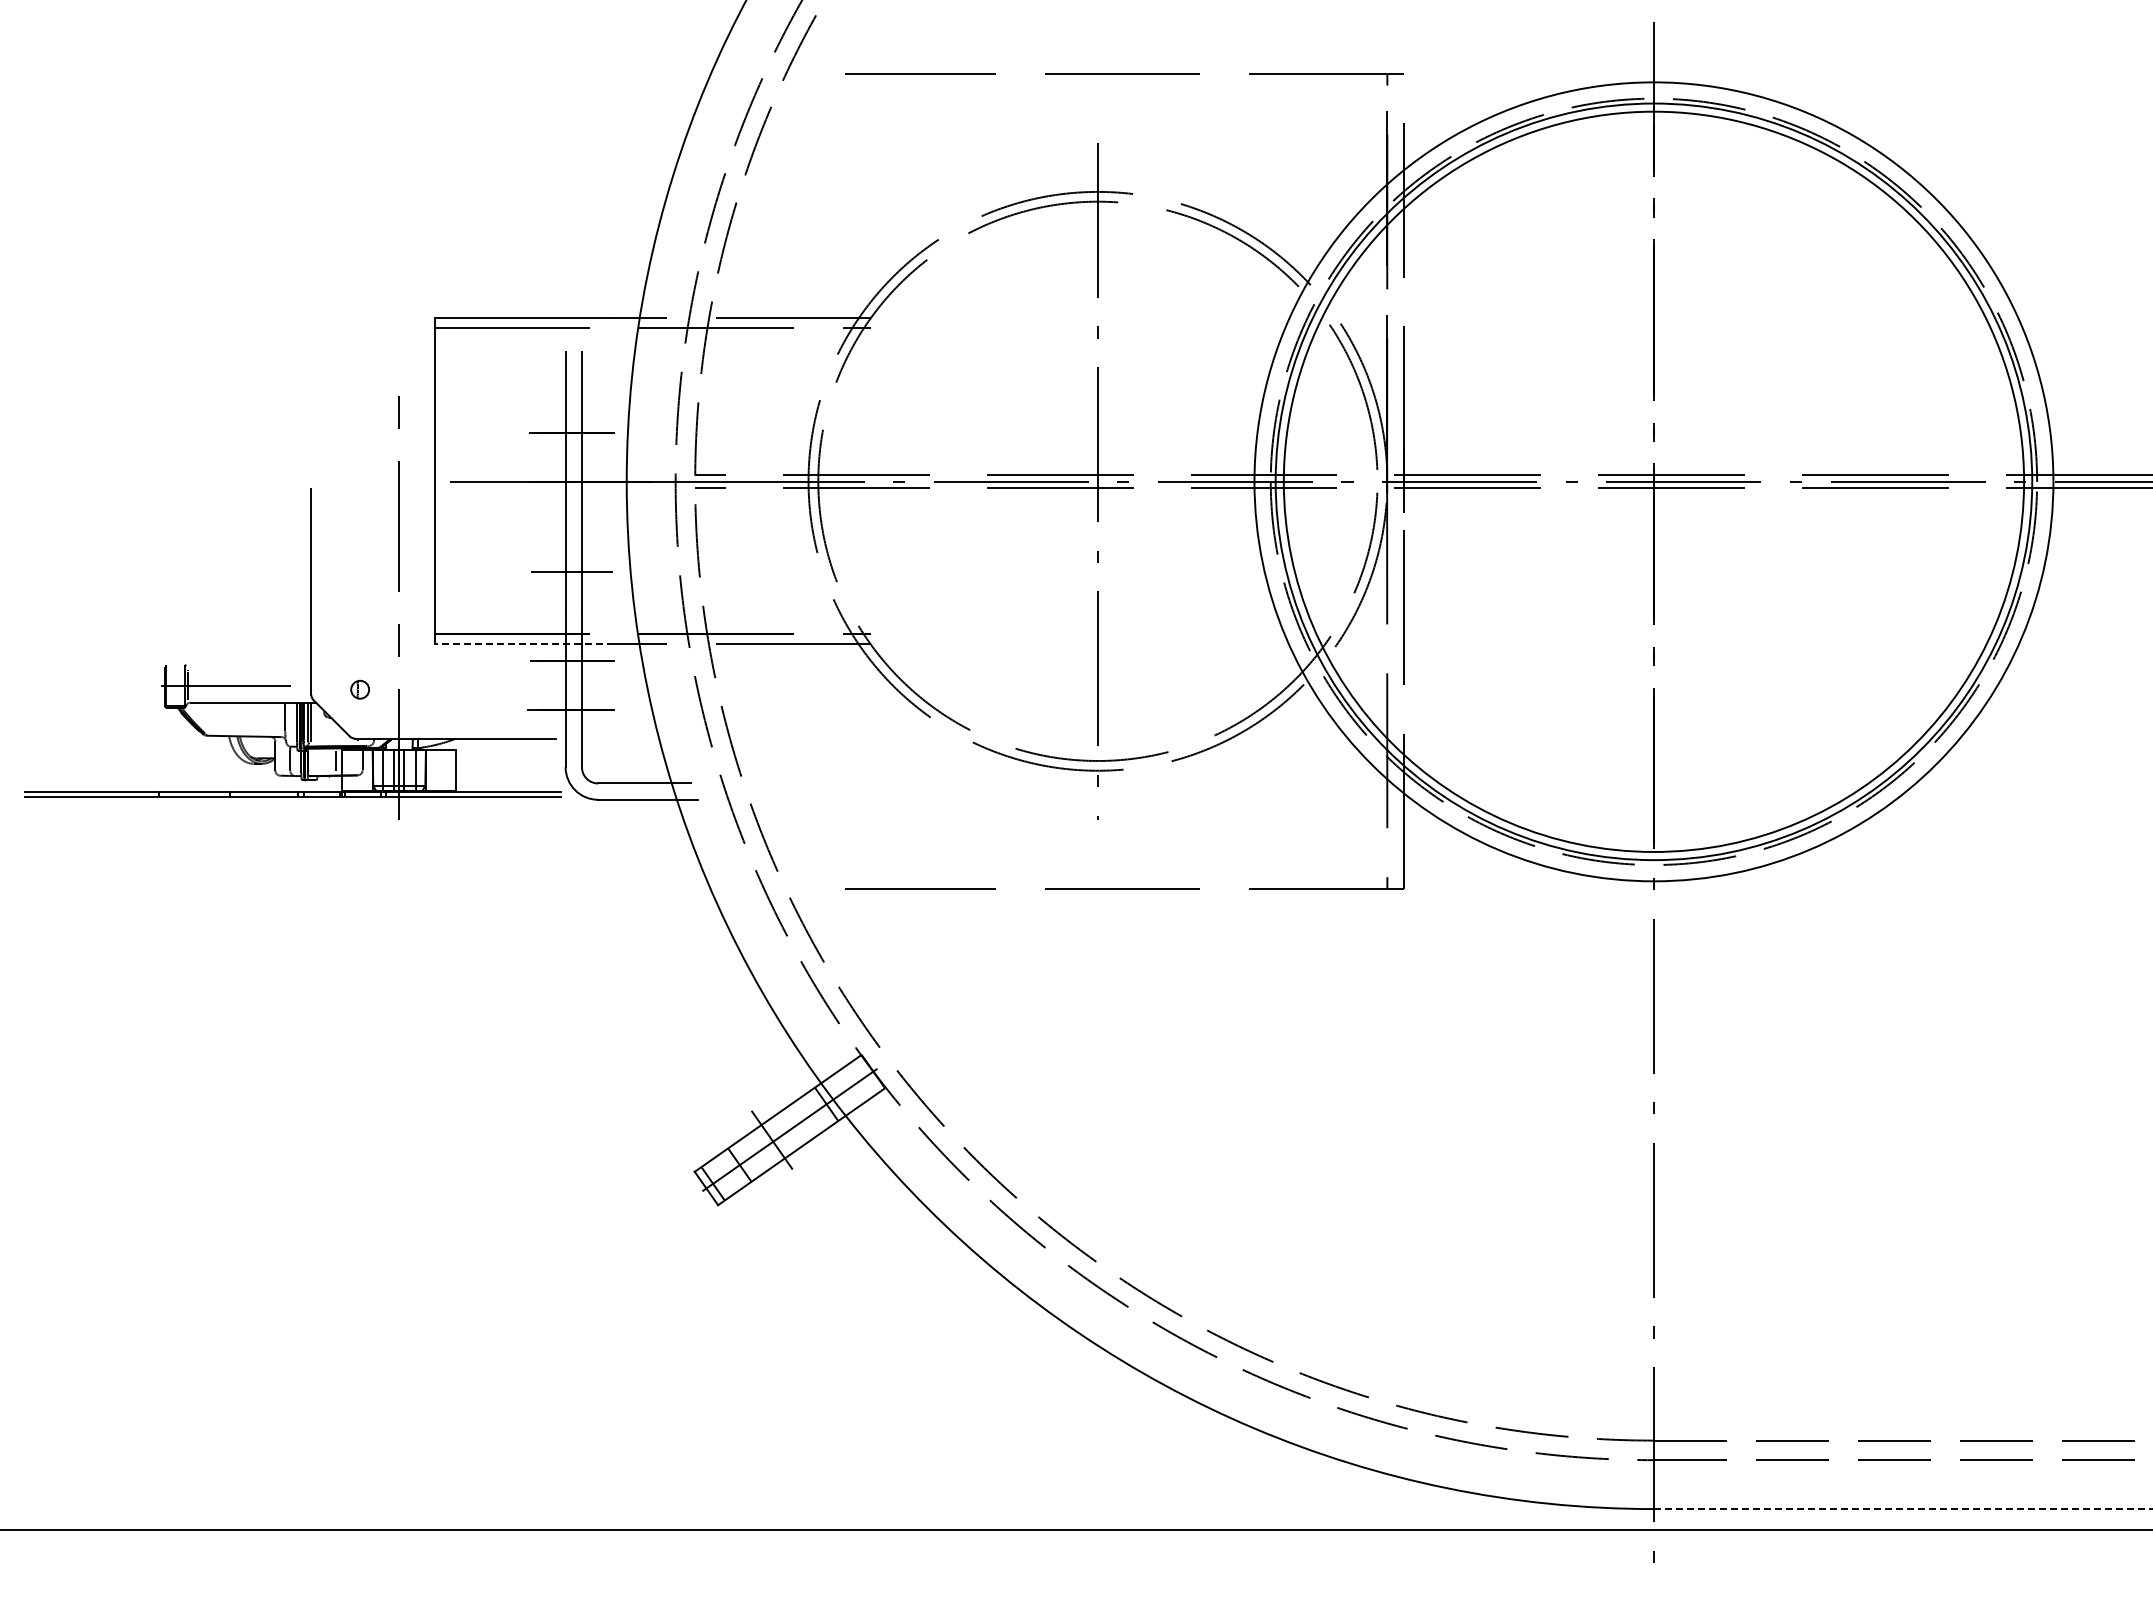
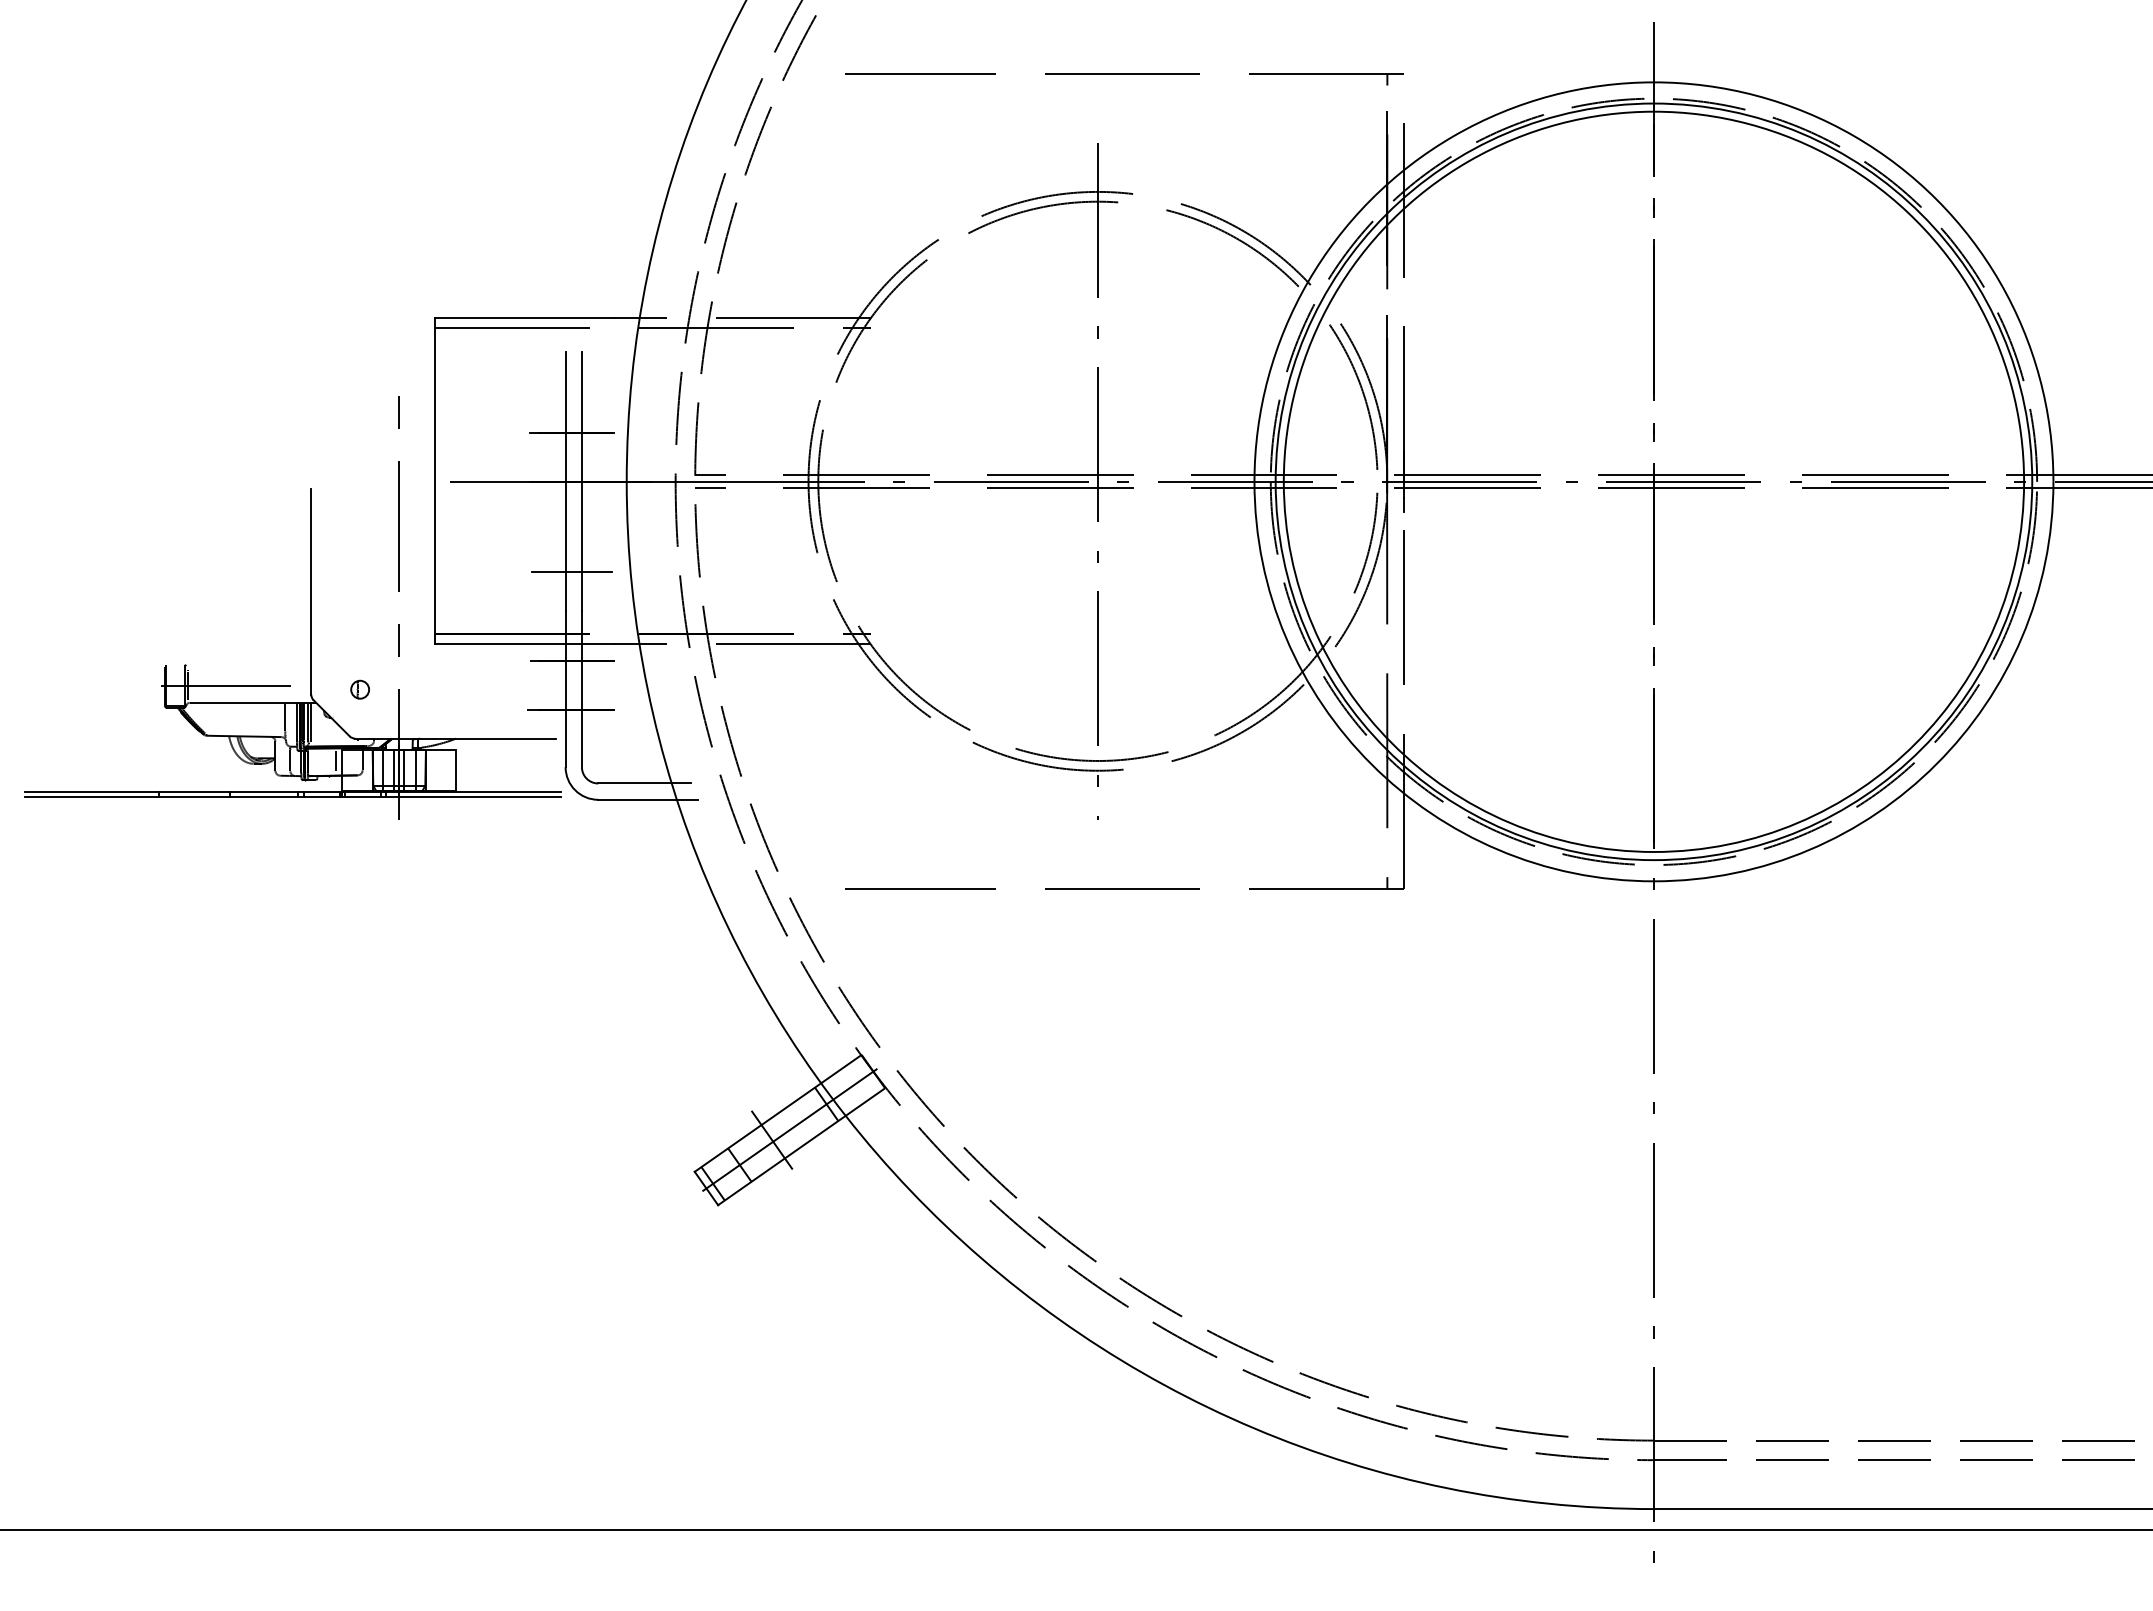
line at (524, 644): dashed -> solid
line at (1903, 1509): dashed -> solid
